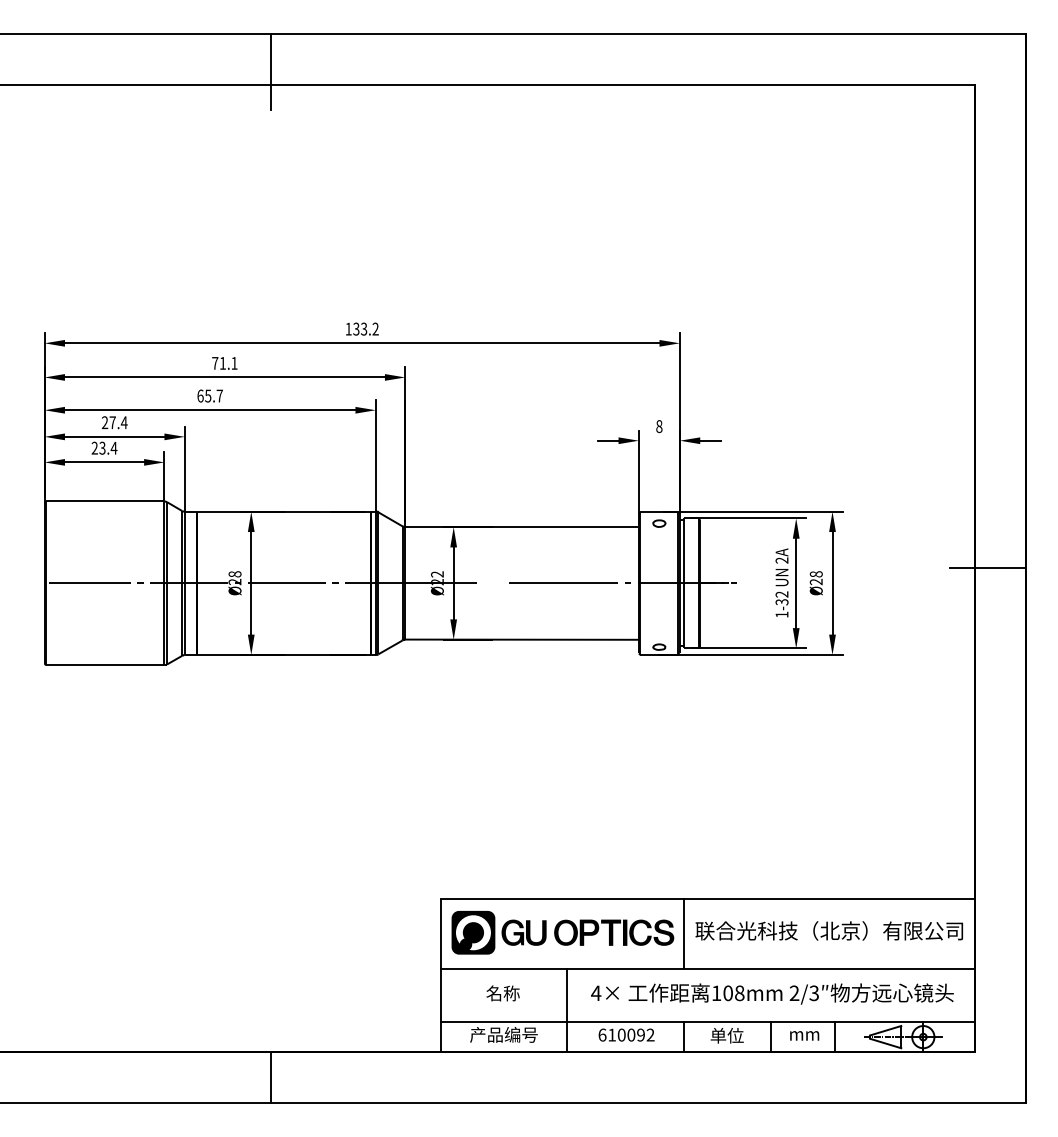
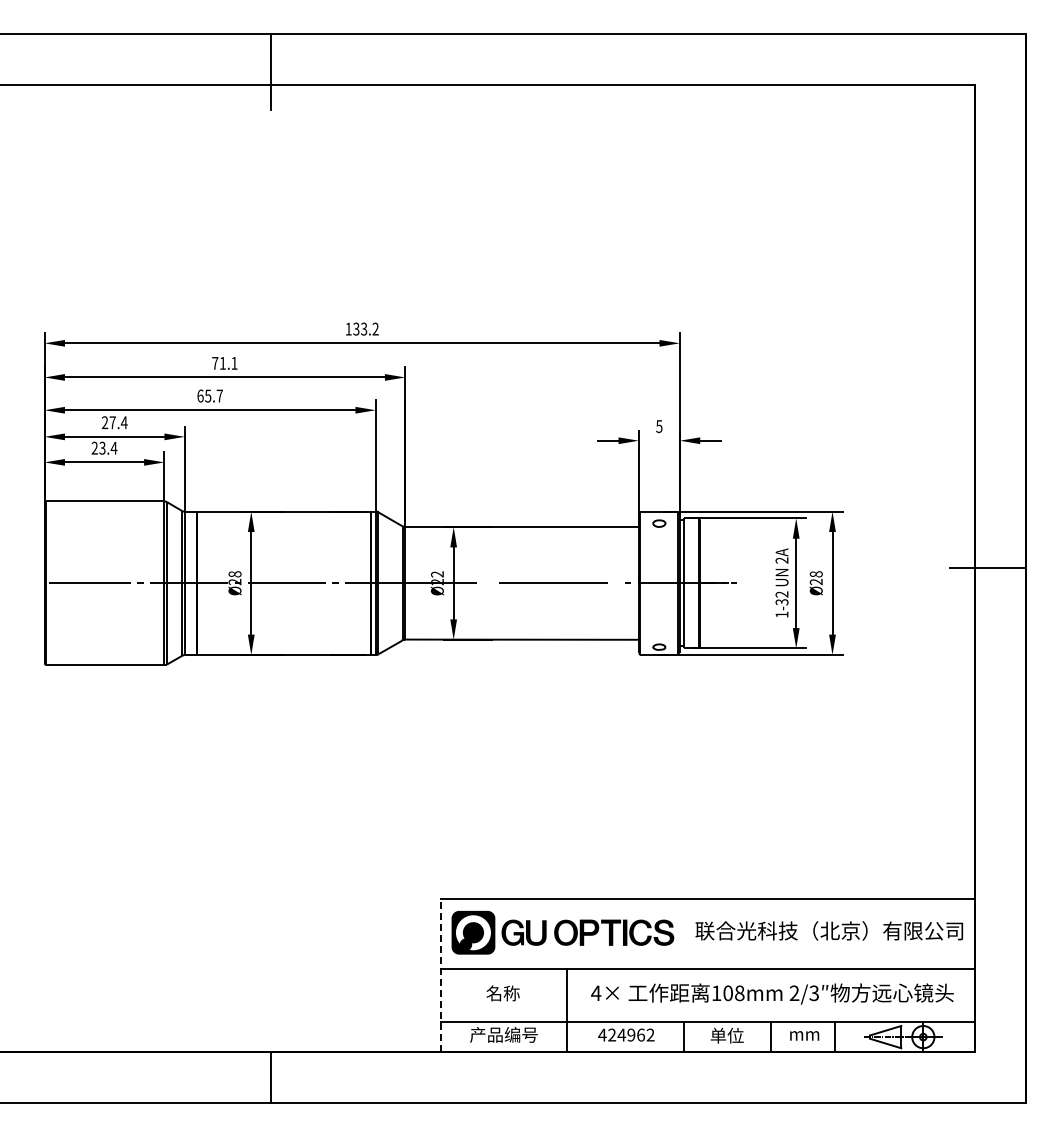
text at (659, 426): 8 -> 5
line at (563, 582) position: (563, 582) -> (553, 582)
line at (683, 933): present -> none
line at (441, 975): solid -> dashed
text at (621, 1034): 610092 -> 424962
